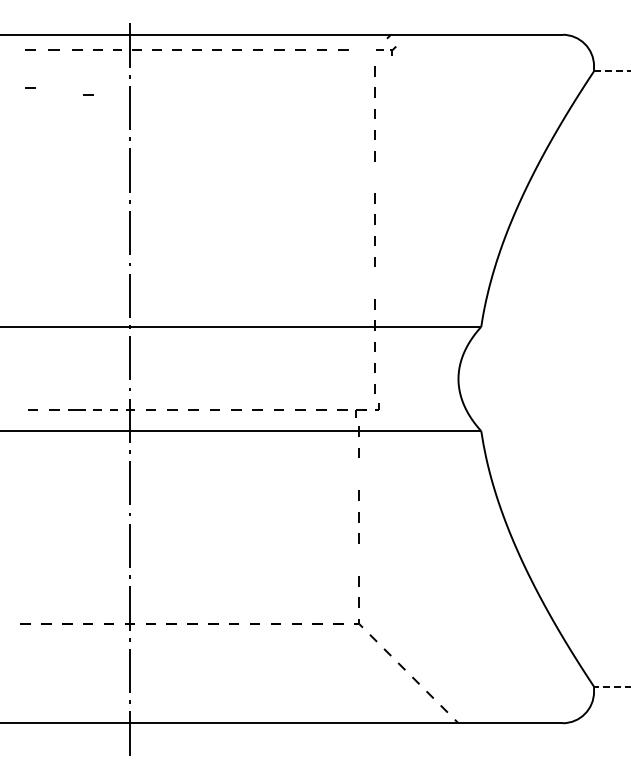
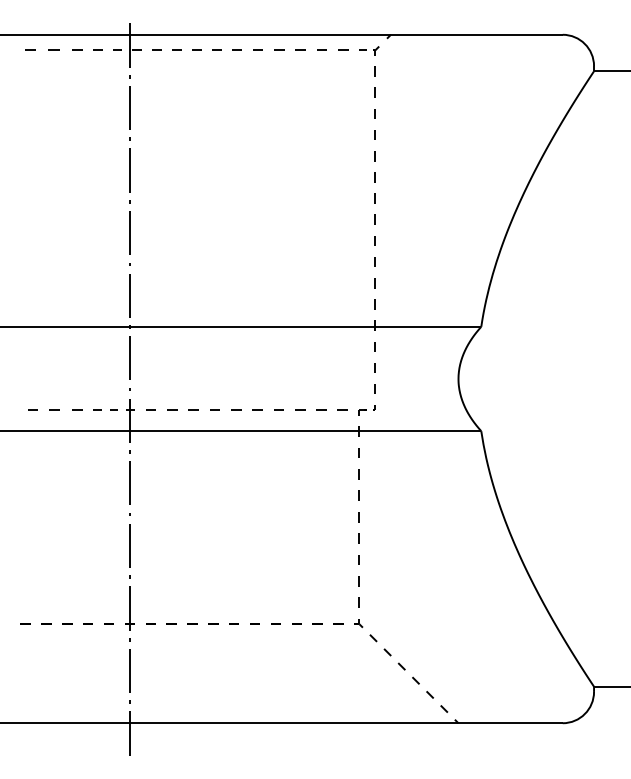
part at (386, 50) position: (386, 50) -> (369, 50)
line at (612, 71): dashed -> solid
line at (30, 87): present -> none
part at (88, 94): present -> none
line at (374, 177): none -> present
line at (374, 283): none -> present
part at (76, 409) size: 18x2 px -> 11x2 px
part at (367, 410) size: 25x15 px -> 18x11 px
line at (358, 474): none -> present
line at (358, 559): none -> present
line at (611, 686): dashed -> solid
